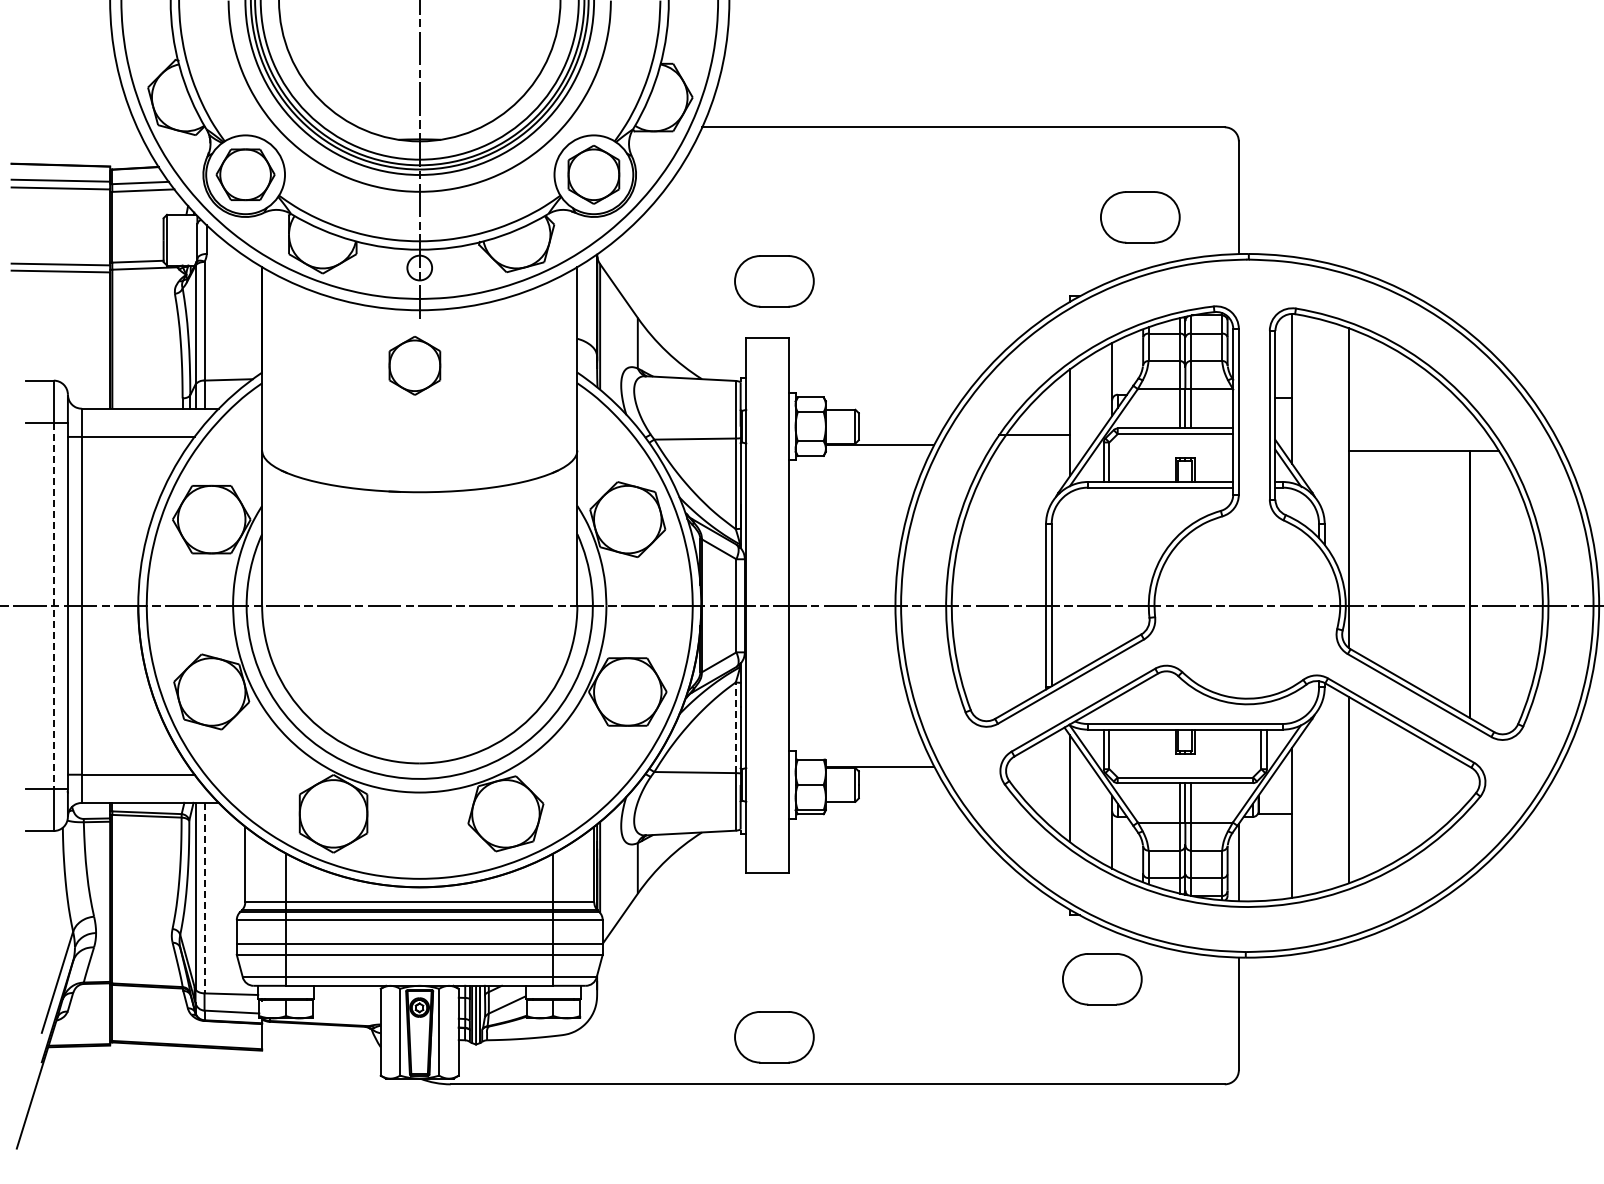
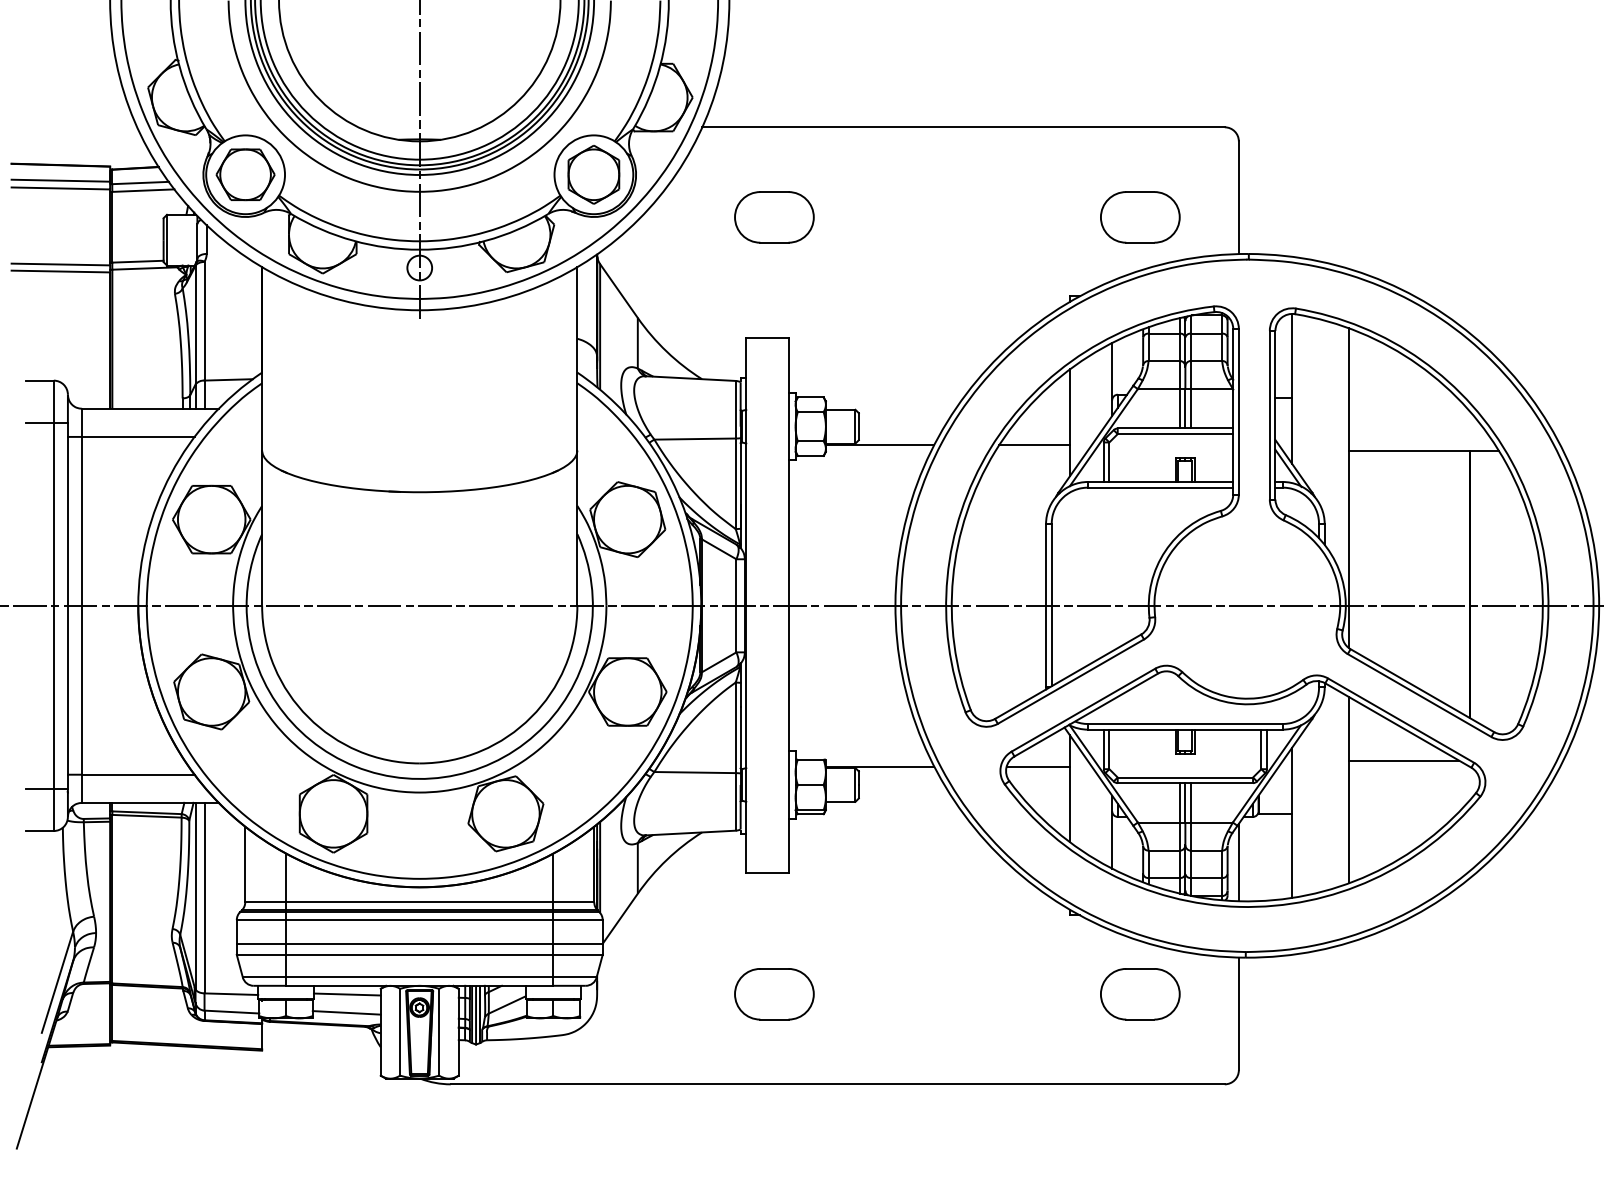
part at (774, 281) position: (774, 281) -> (774, 217)
part at (414, 365): present -> none
line at (1034, 434) position: (1034, 434) -> (1034, 444)
line at (53, 605): dashed -> solid
line at (735, 727): dashed -> solid
line at (1403, 760): none -> present
line at (1037, 766): none -> present
line at (204, 898): dashed -> solid
part at (1102, 979) position: (1102, 979) -> (1140, 994)
line at (346, 994): none -> present
line at (346, 1012): none -> present
part at (774, 1037) position: (774, 1037) -> (774, 994)
